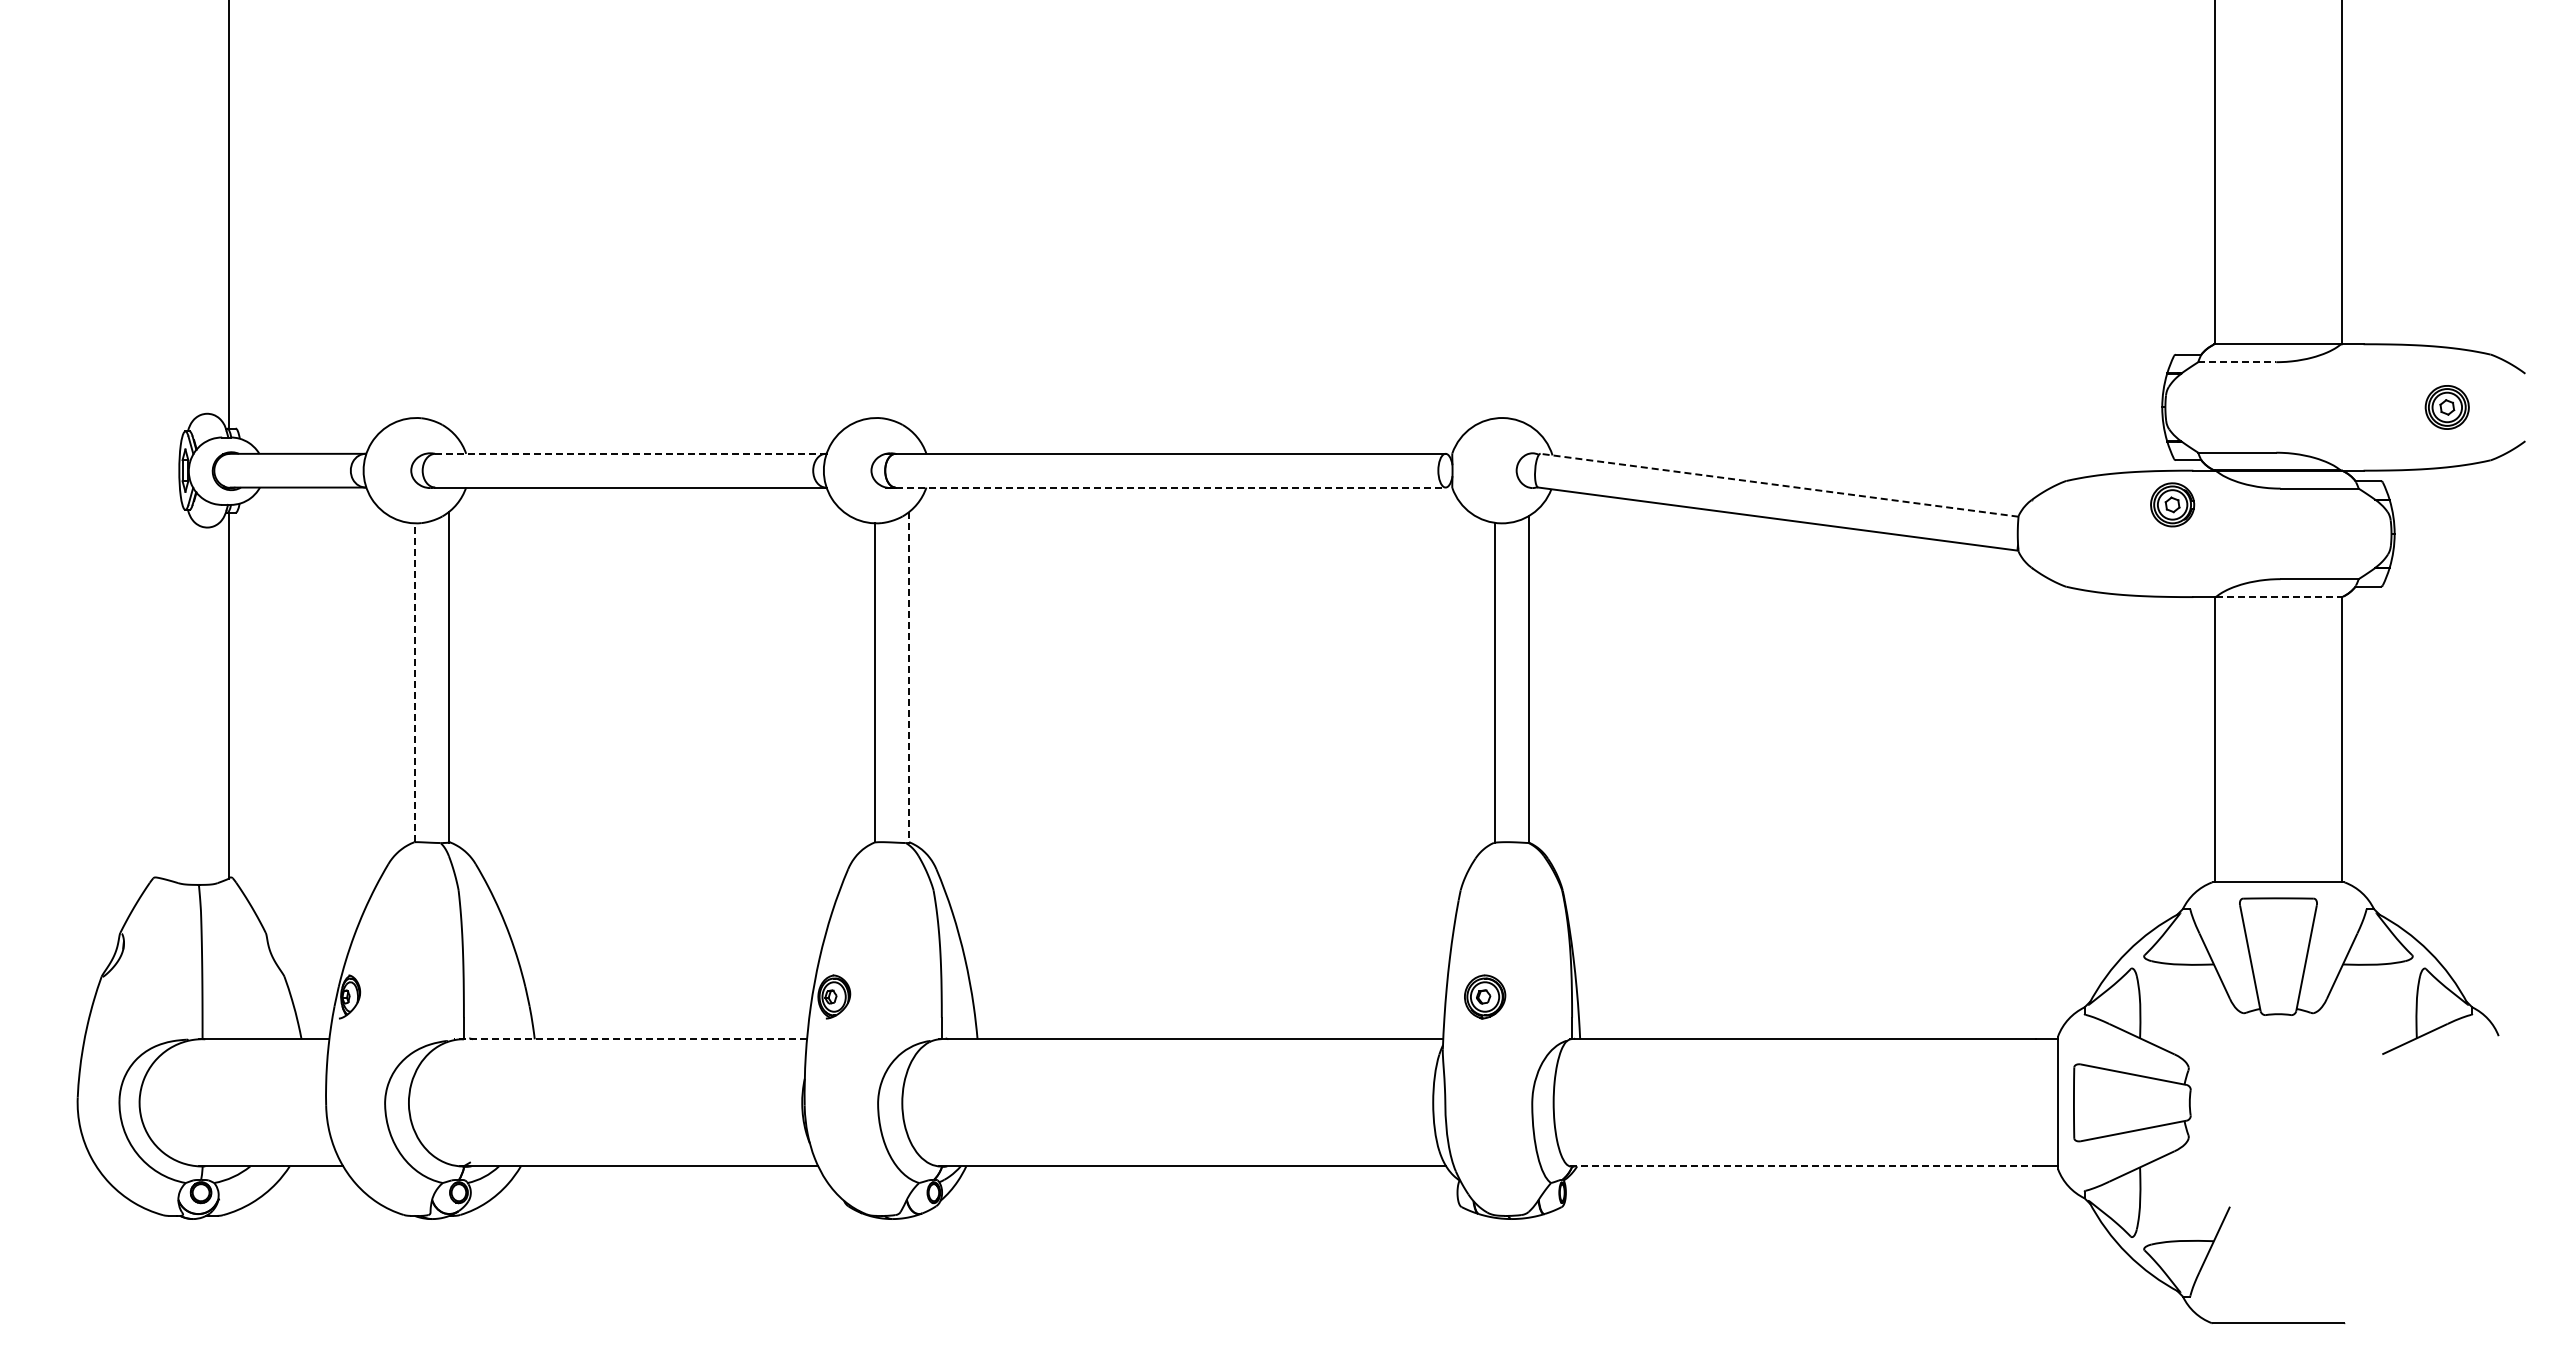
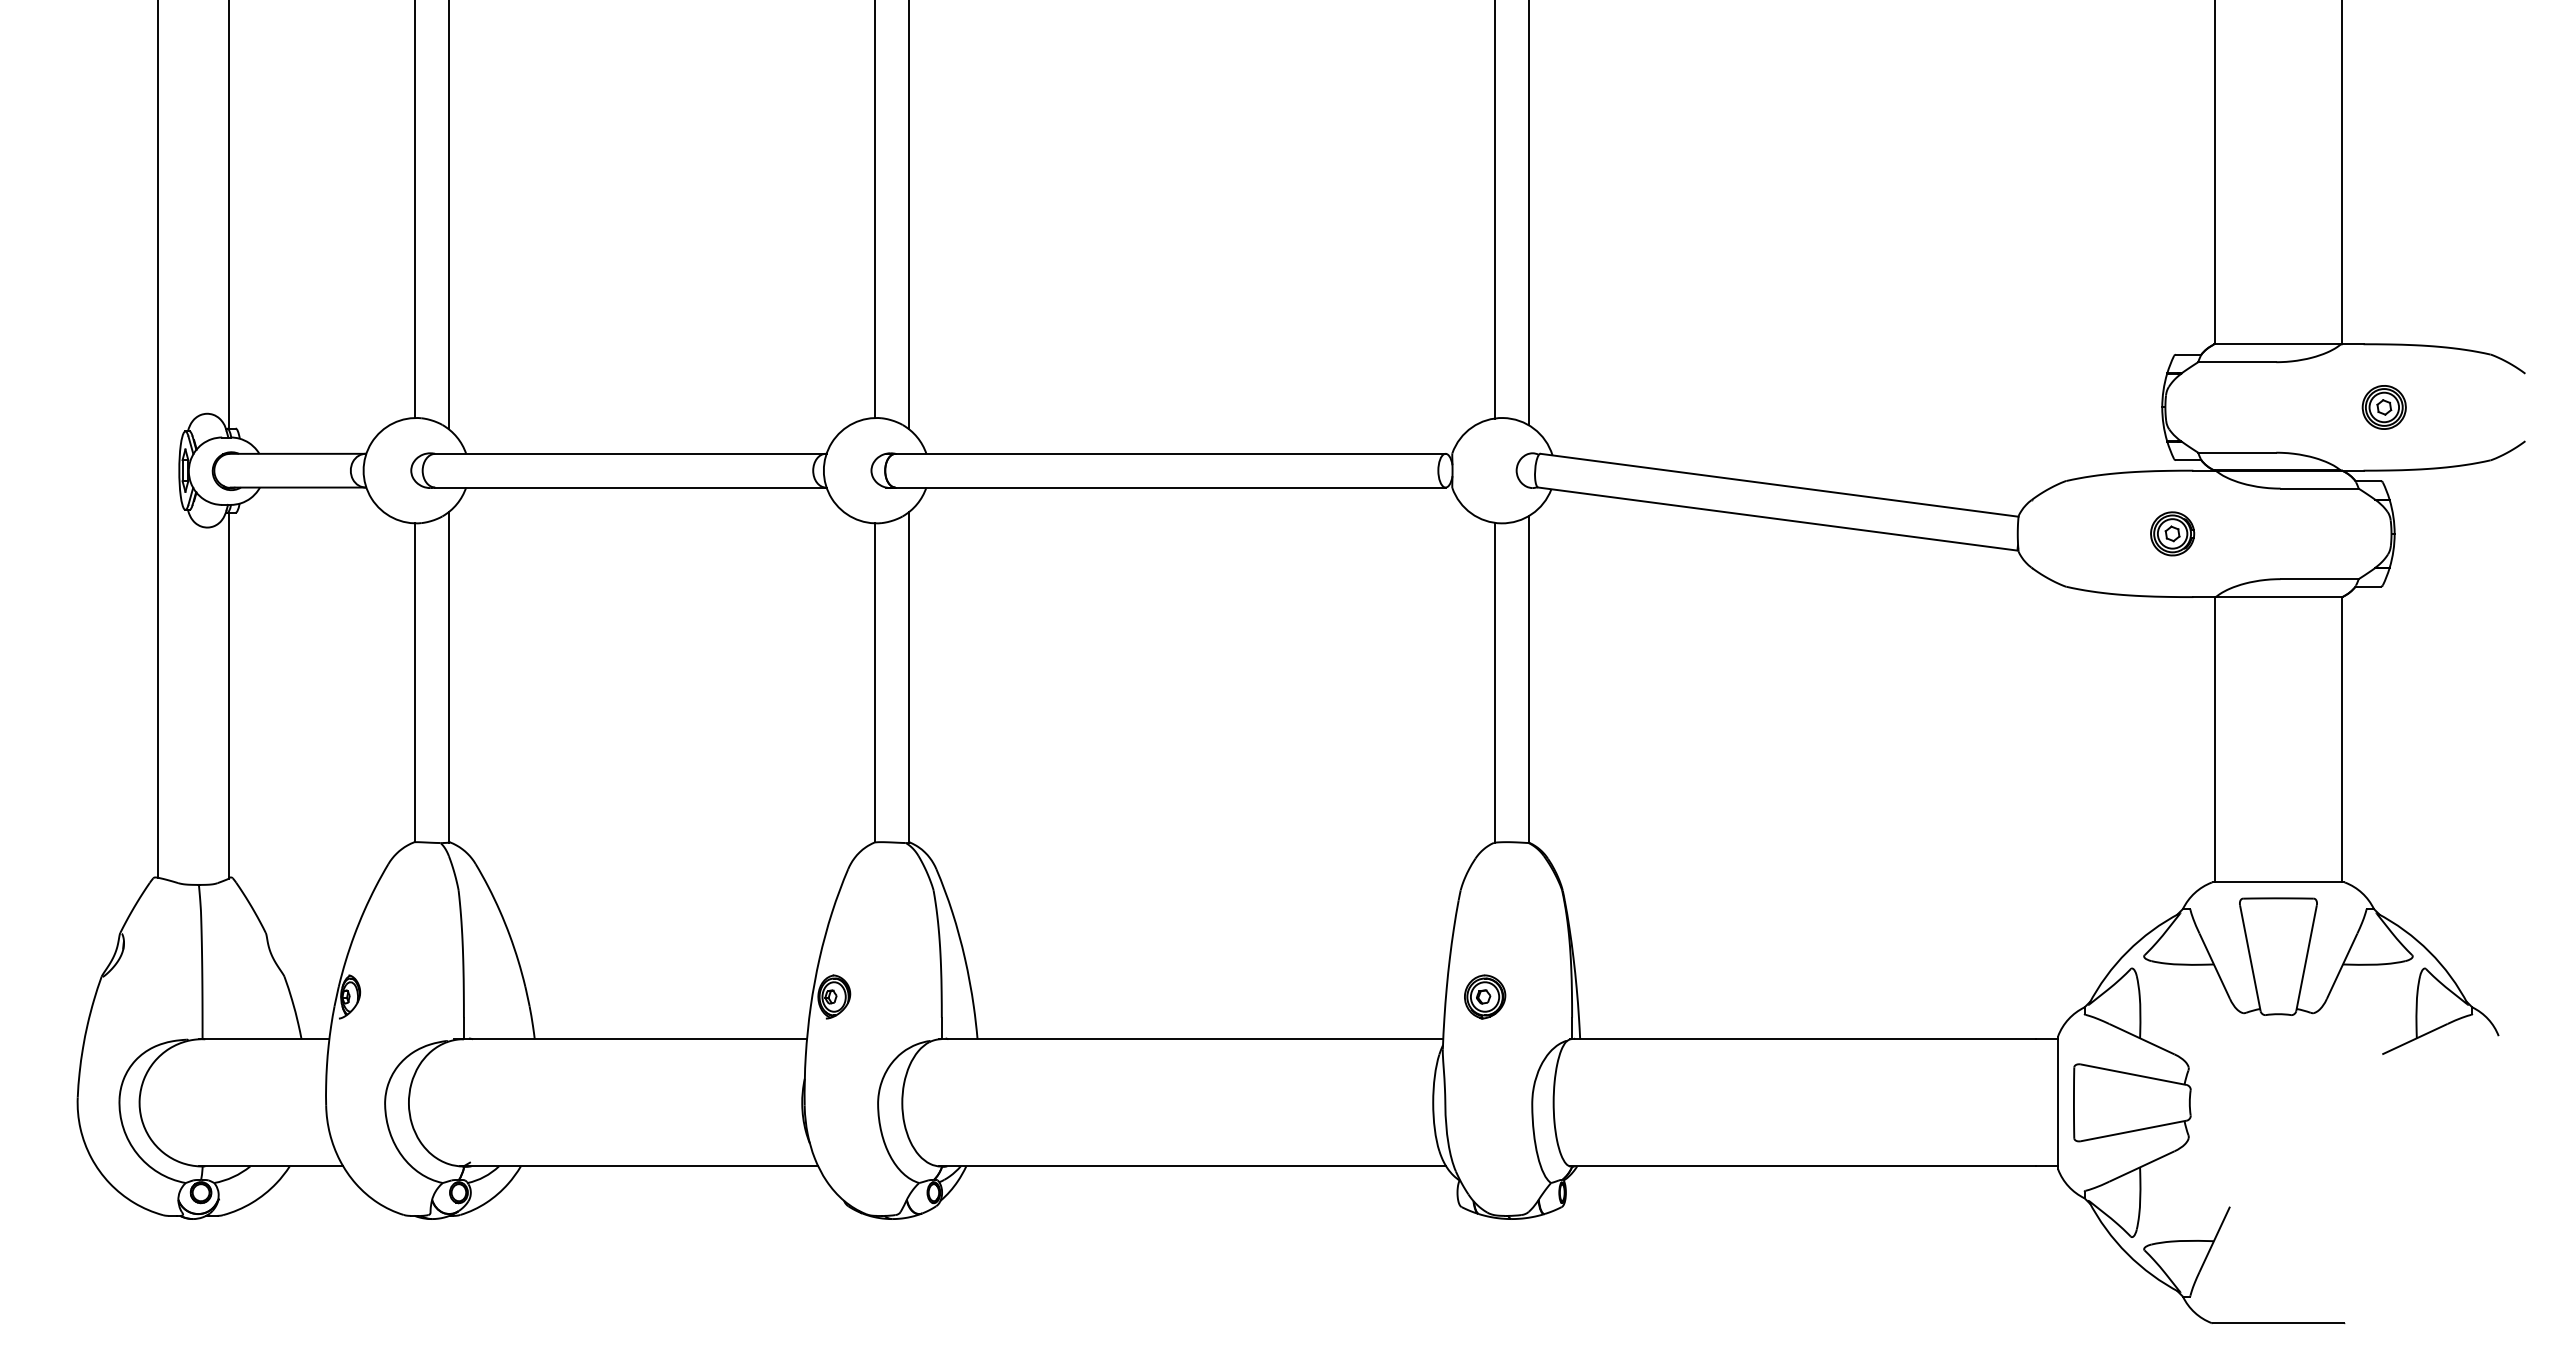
line at (415, 210): none -> present
line at (875, 210): none -> present
line at (1494, 210): none -> present
line at (1528, 213): none -> present
line at (448, 215): none -> present
line at (909, 215): none -> present
line at (2237, 362): dashed -> solid
part at (2446, 407) position: (2446, 407) -> (2383, 407)
line at (157, 439): none -> present
line at (631, 453): dashed -> solid
line at (1779, 485): dashed -> solid
line at (1171, 487): dashed -> solid
part at (2172, 504) position: (2172, 504) -> (2172, 533)
line at (2279, 596): dashed -> solid
line at (909, 677): dashed -> solid
line at (415, 682): dashed -> solid
line at (630, 1039): dashed -> solid
line at (1803, 1166): dashed -> solid
